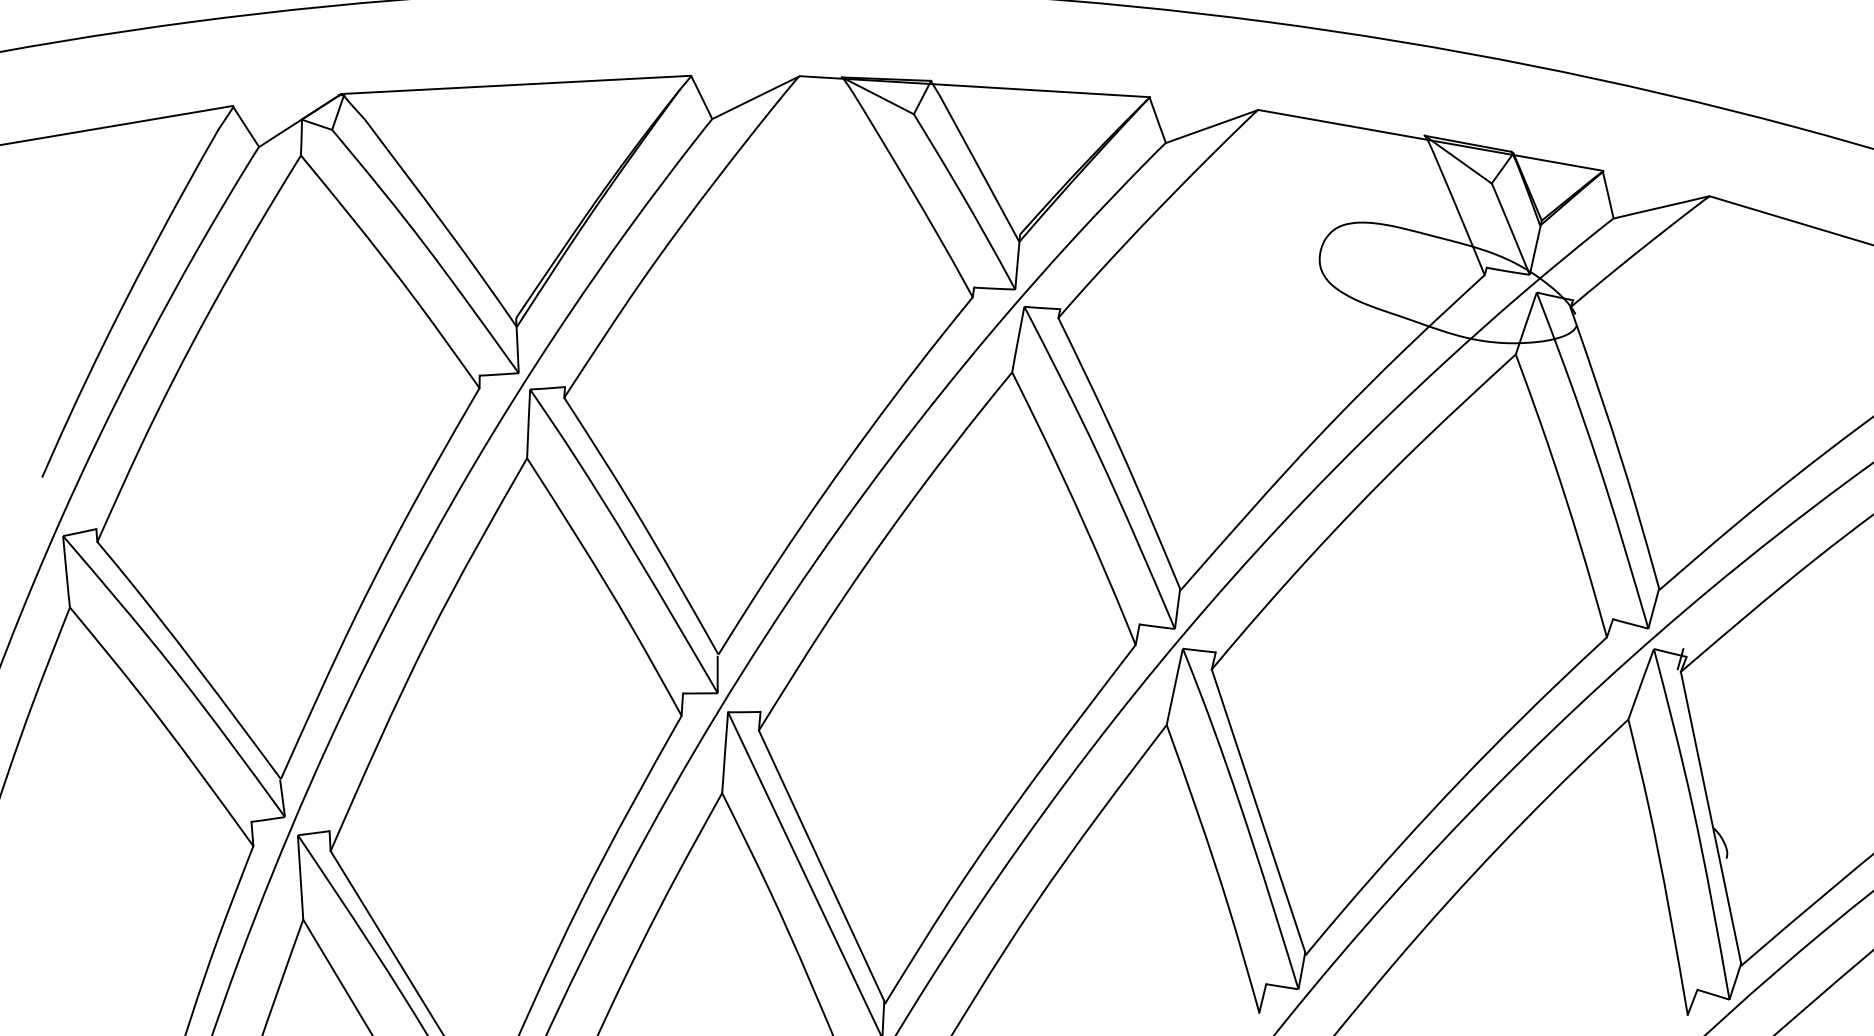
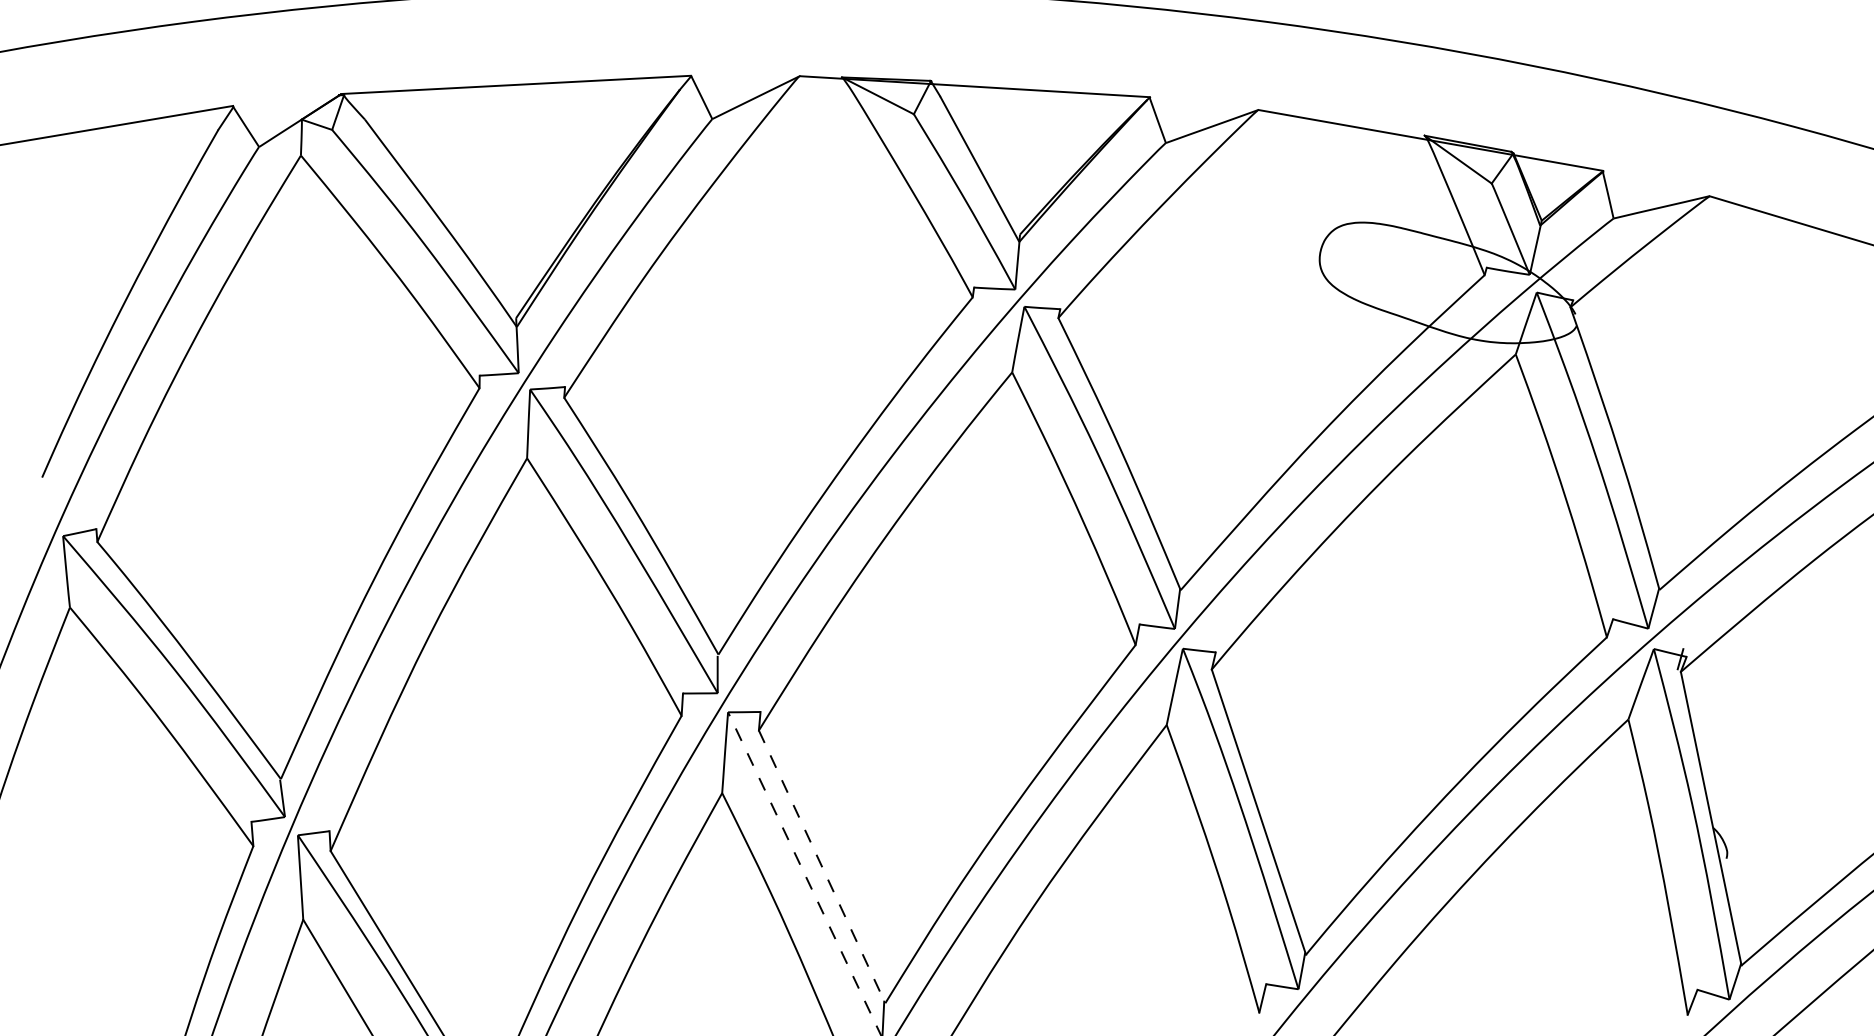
line at (822, 867): solid -> dashed
line at (804, 873): solid -> dashed
